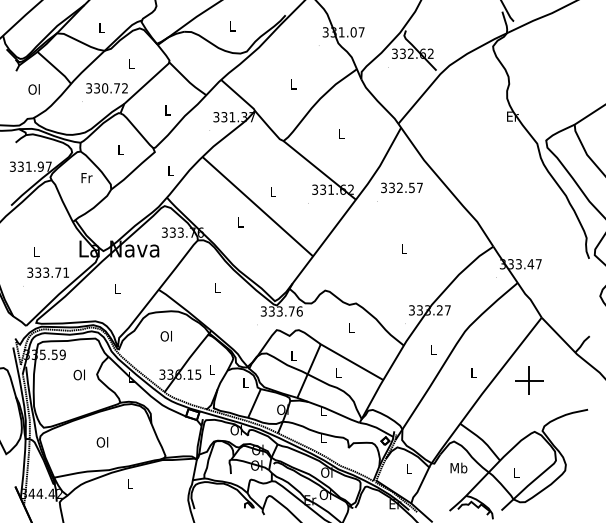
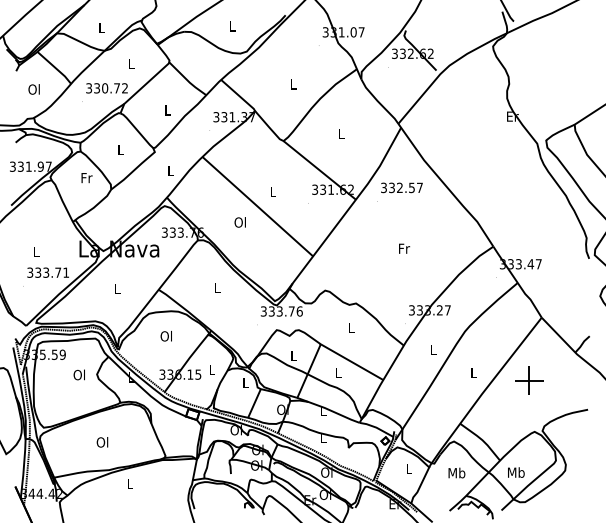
text at (239, 222): L -> Ol
text at (404, 248): L -> Fr
text at (458, 467) position: (458, 467) -> (456, 472)
text at (516, 472): L -> Mb
